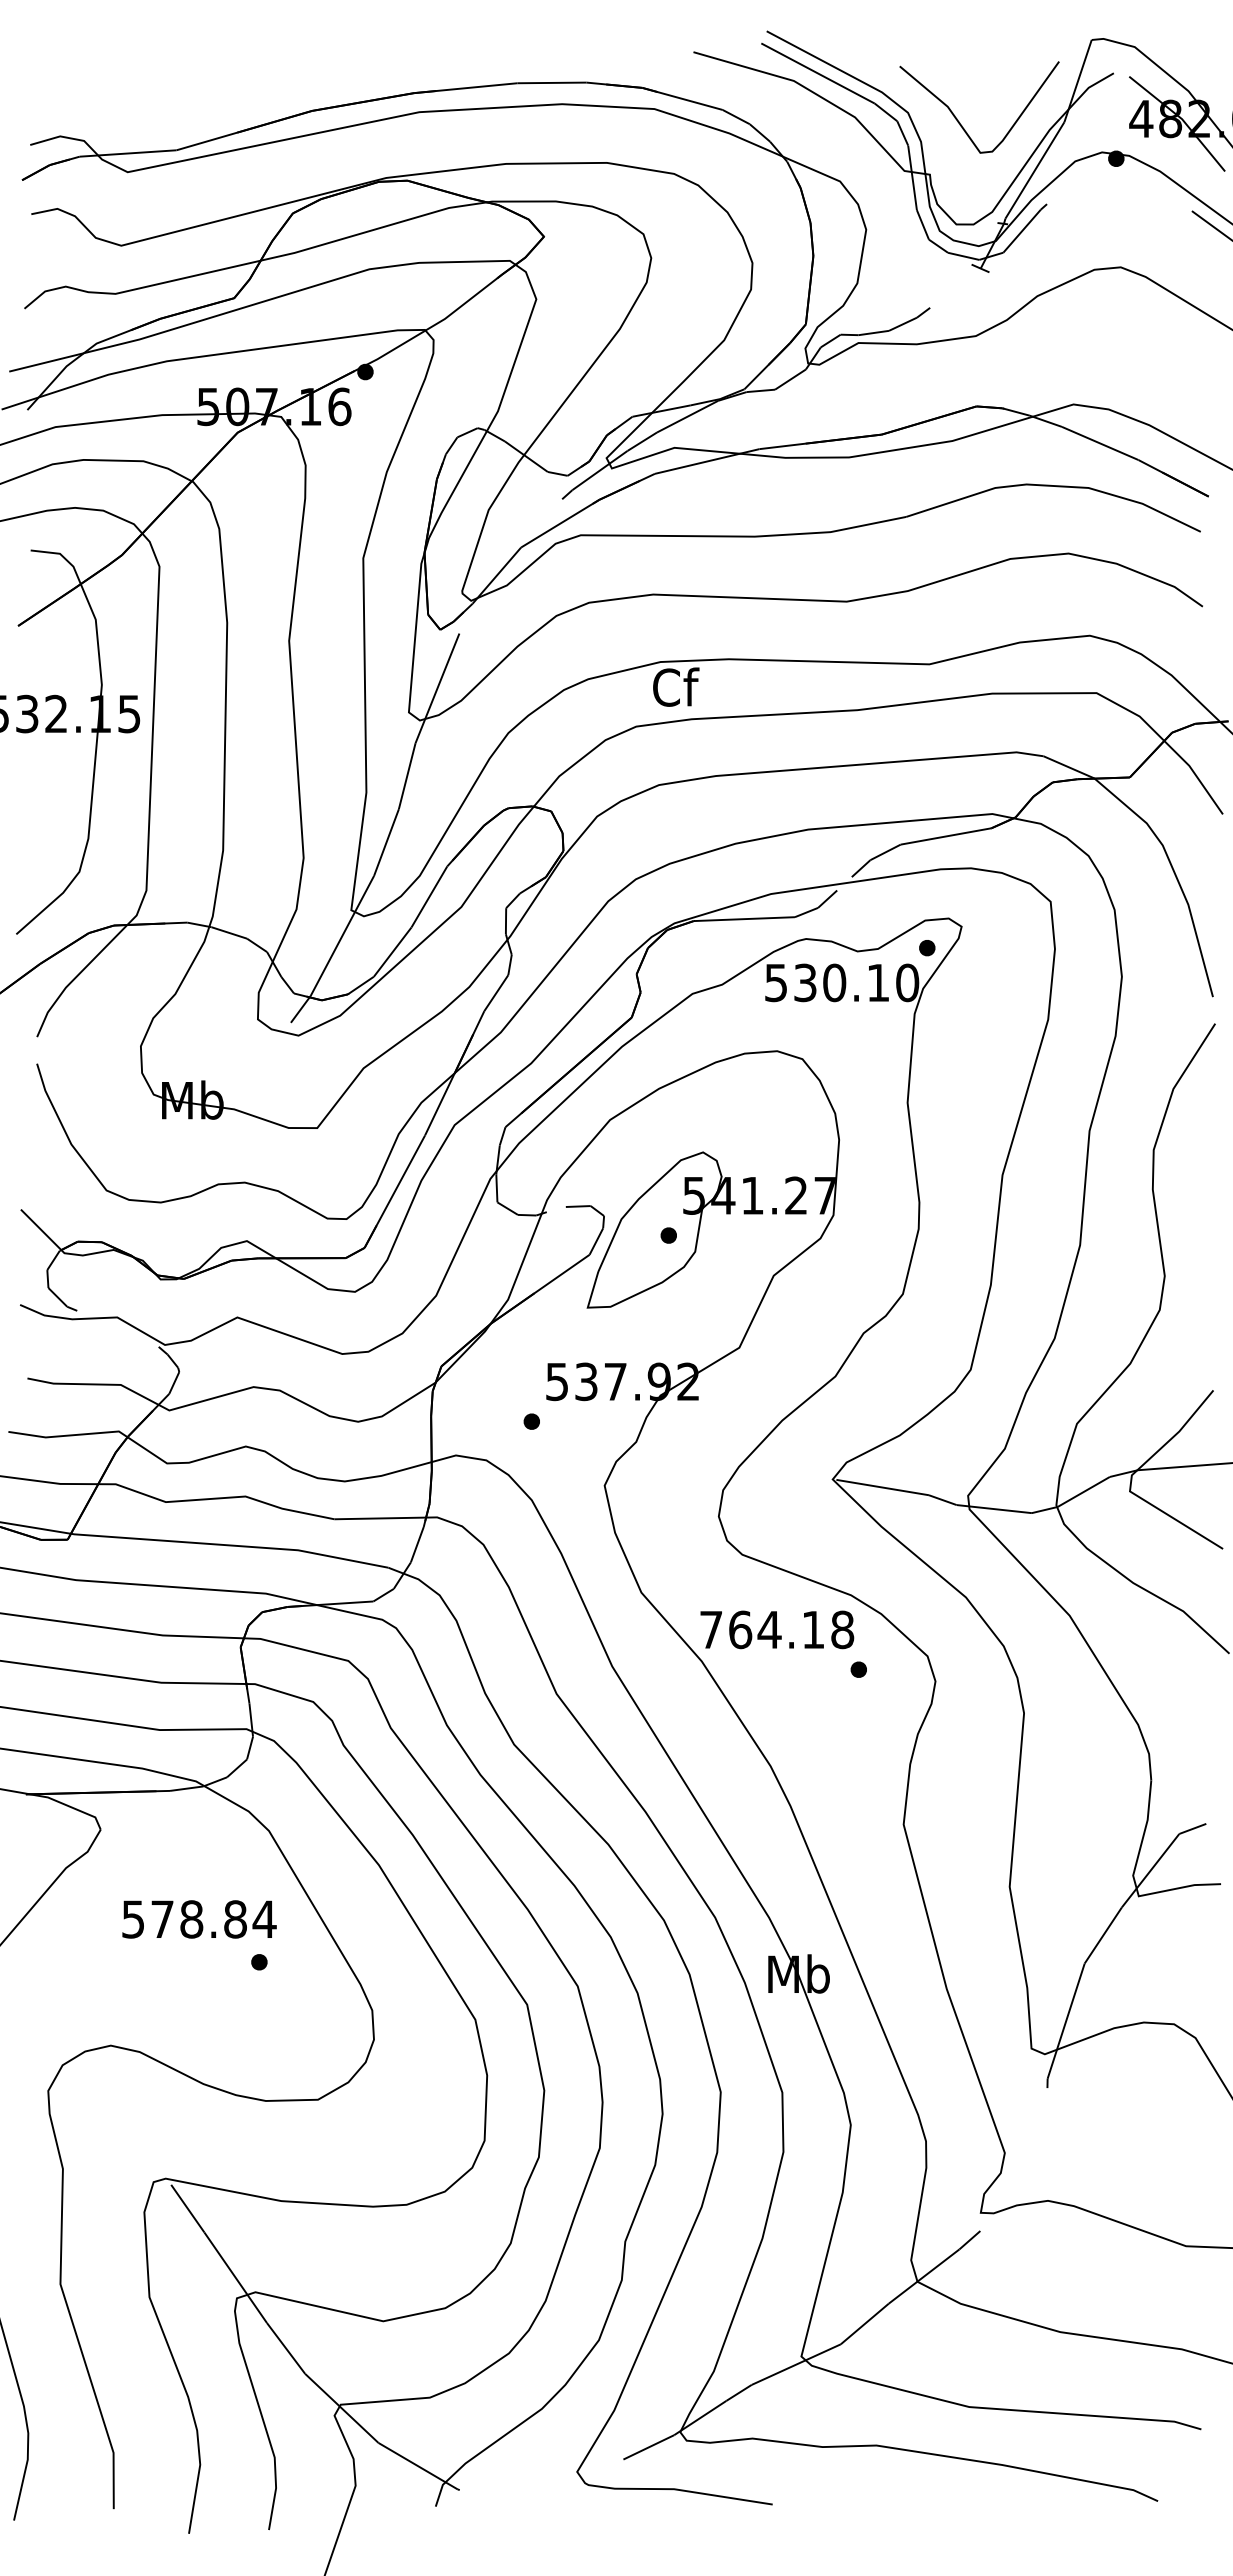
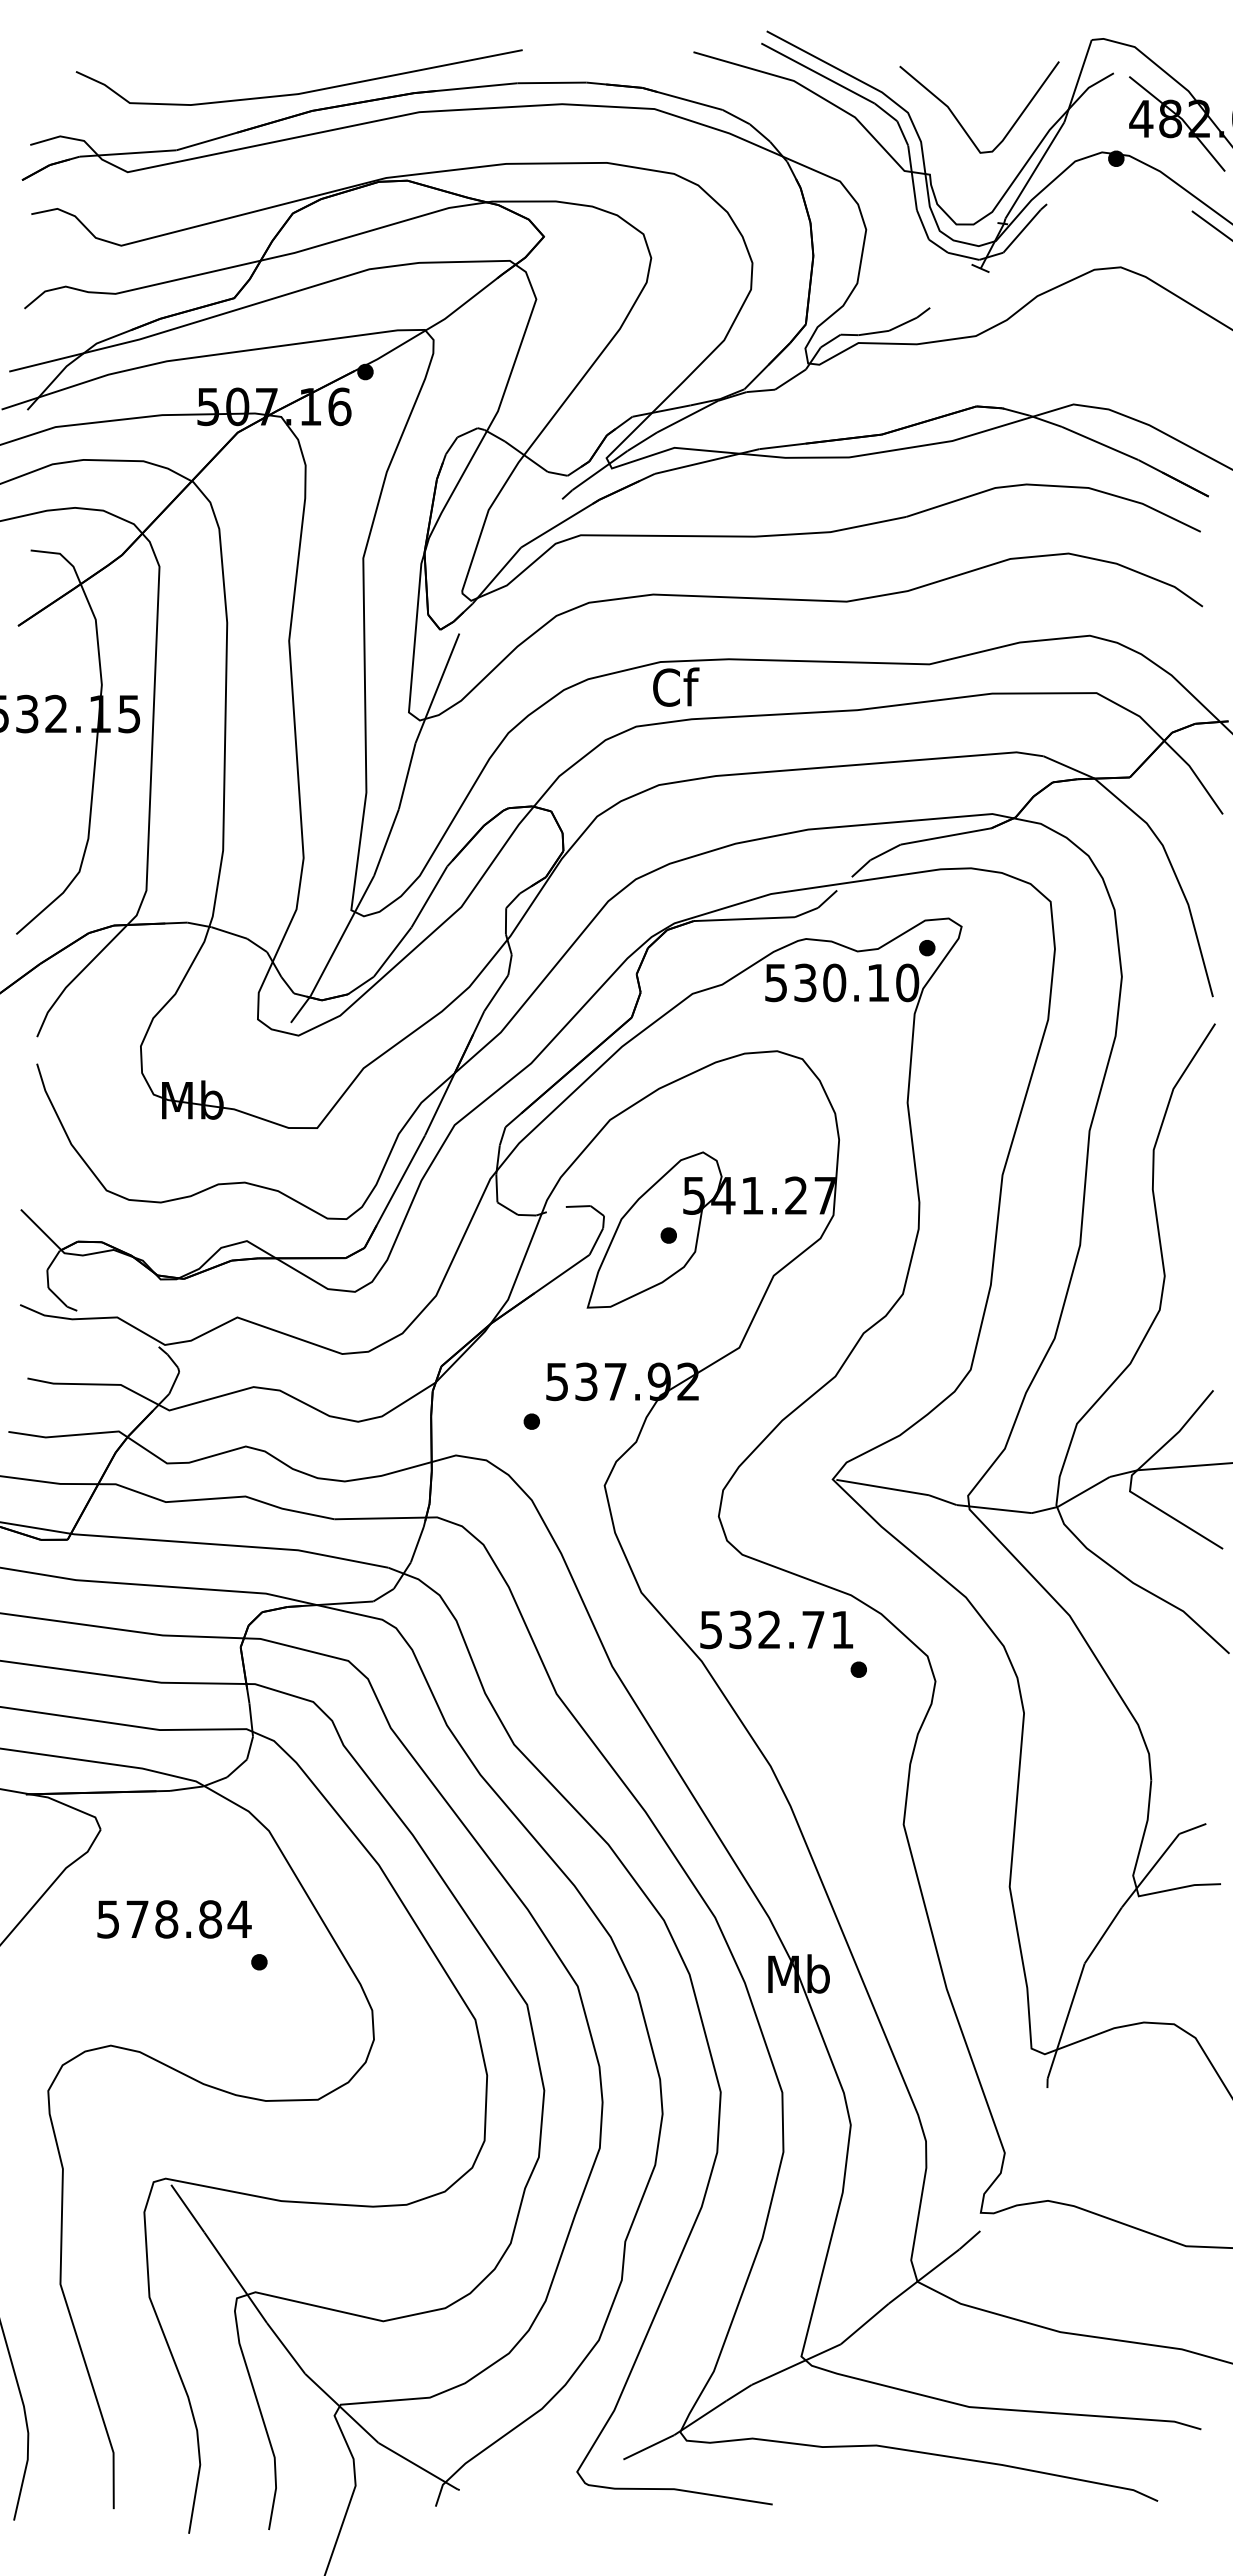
curve at (300, 92): none -> present
text at (777, 1629): 764.18 -> 532.71
text at (199, 1919) position: (199, 1919) -> (174, 1919)
